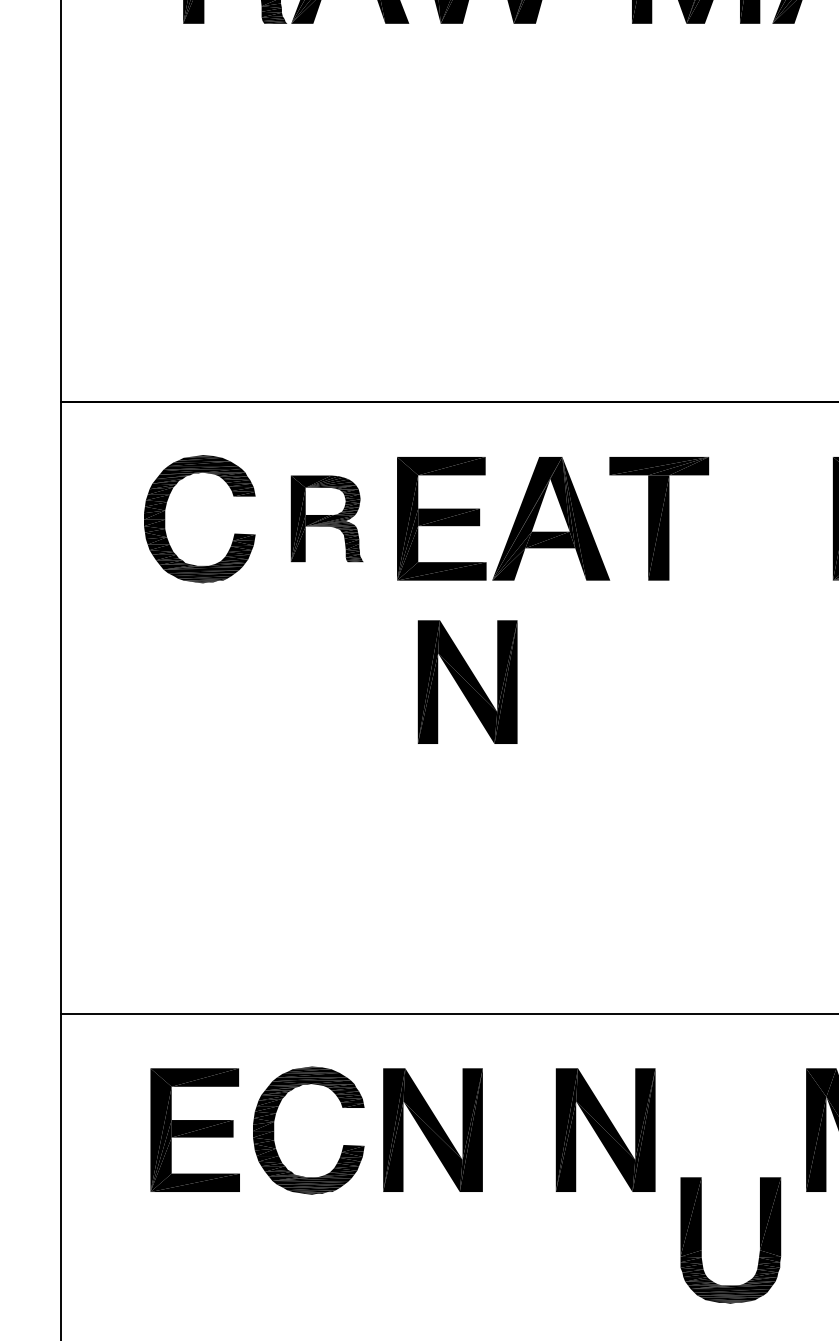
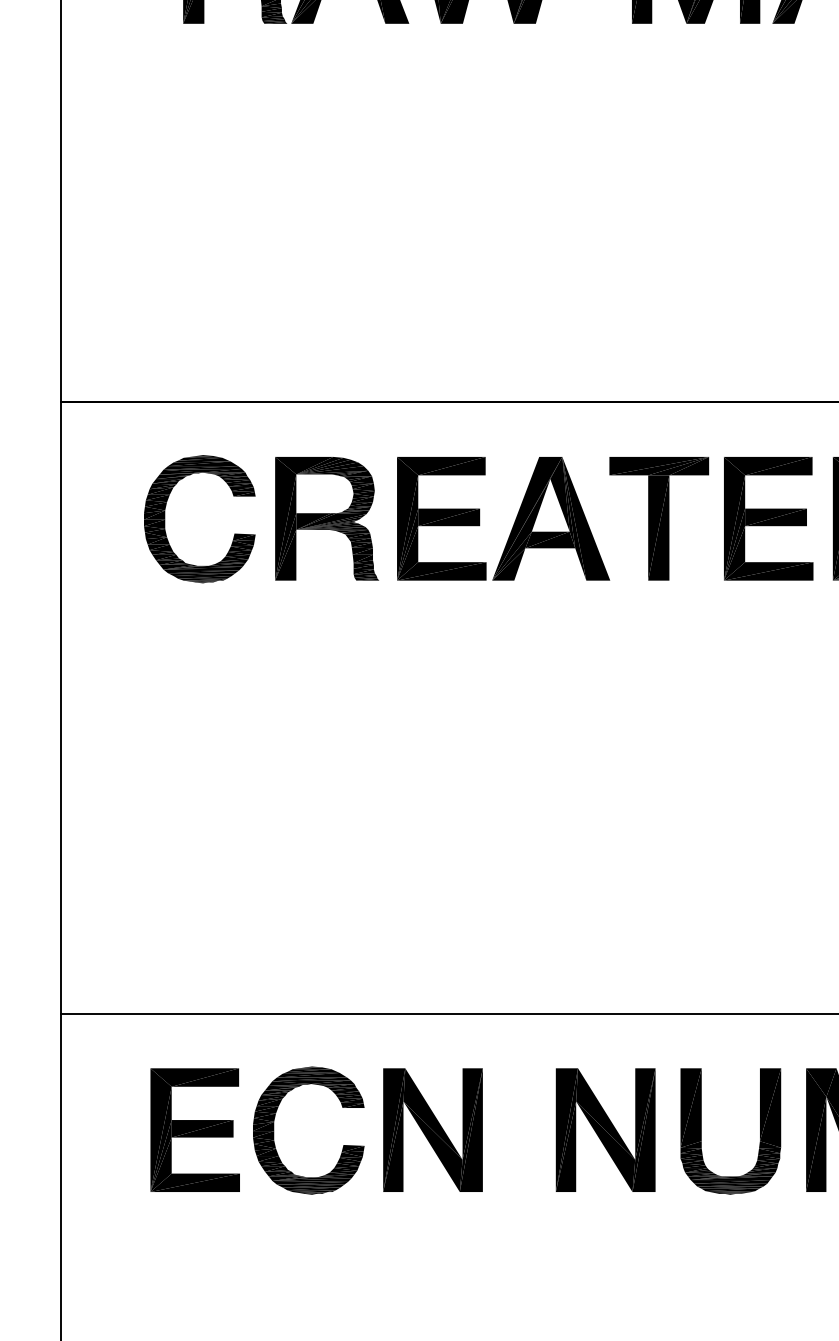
part at (326, 518) size: 74x88 px -> 105x124 px
part at (768, 518): none -> present
part at (467, 681): present -> none
part at (701, 1240) position: (701, 1240) -> (701, 1131)
